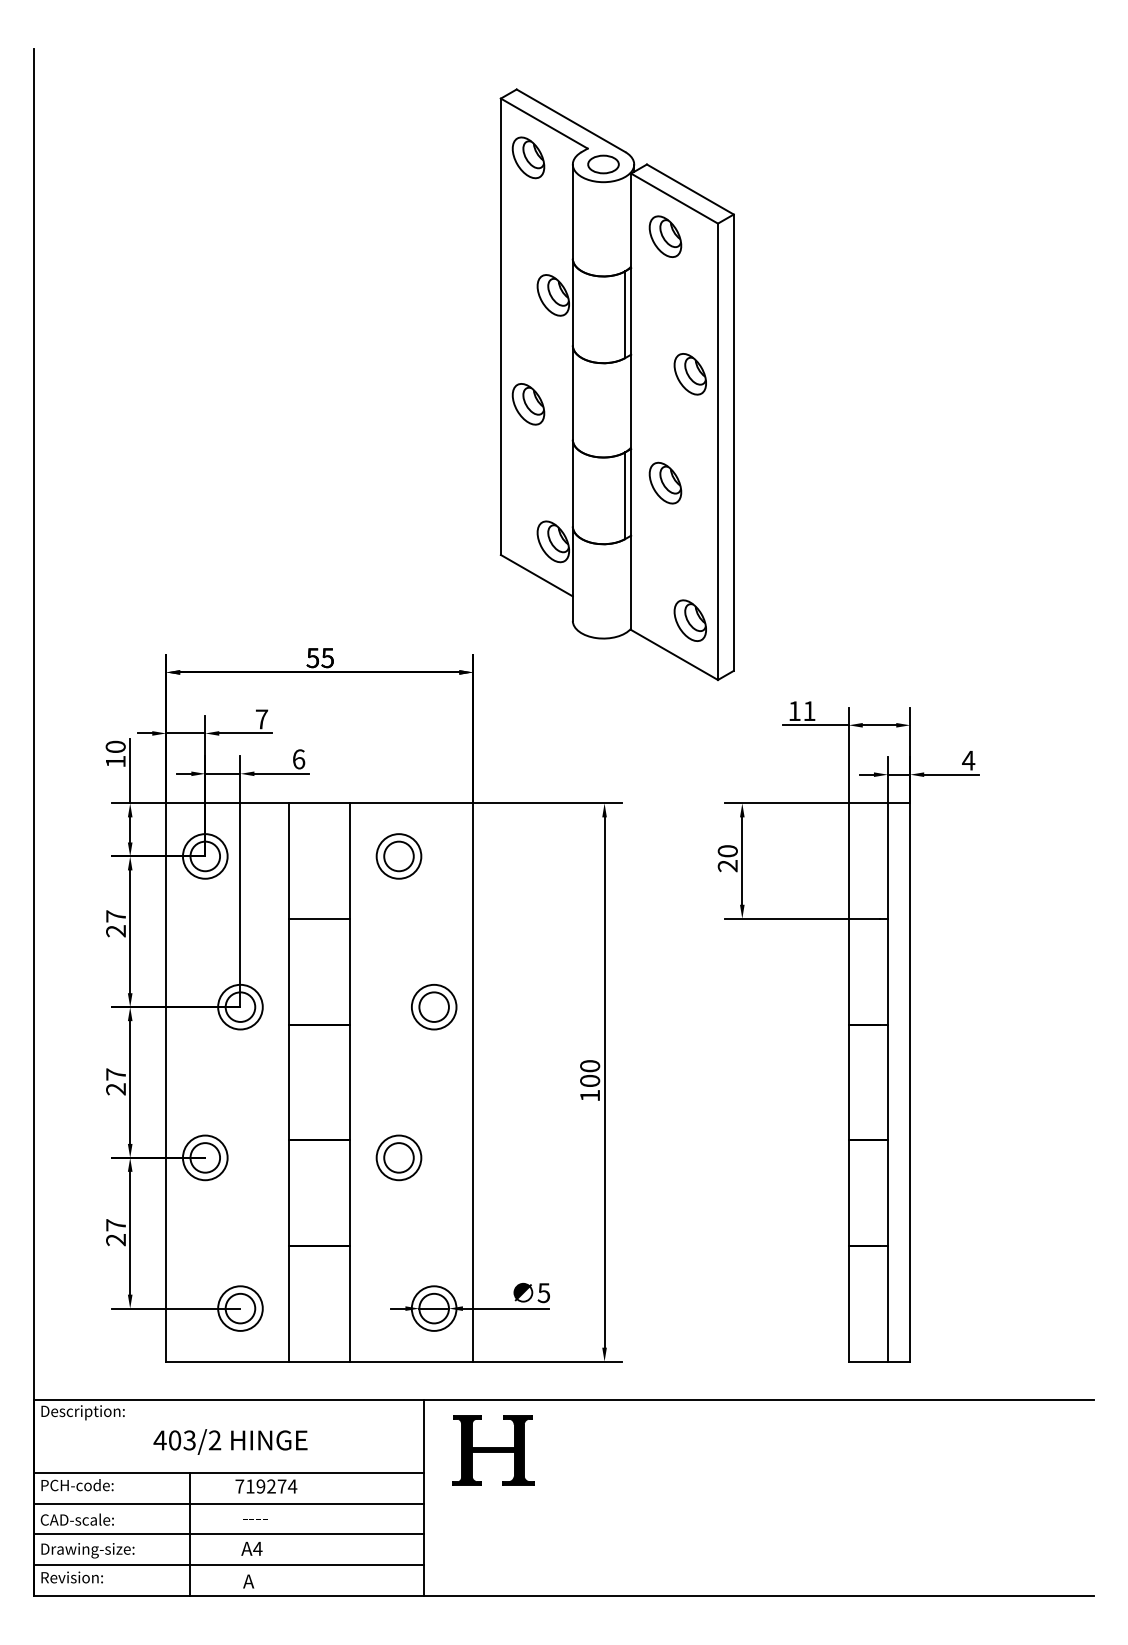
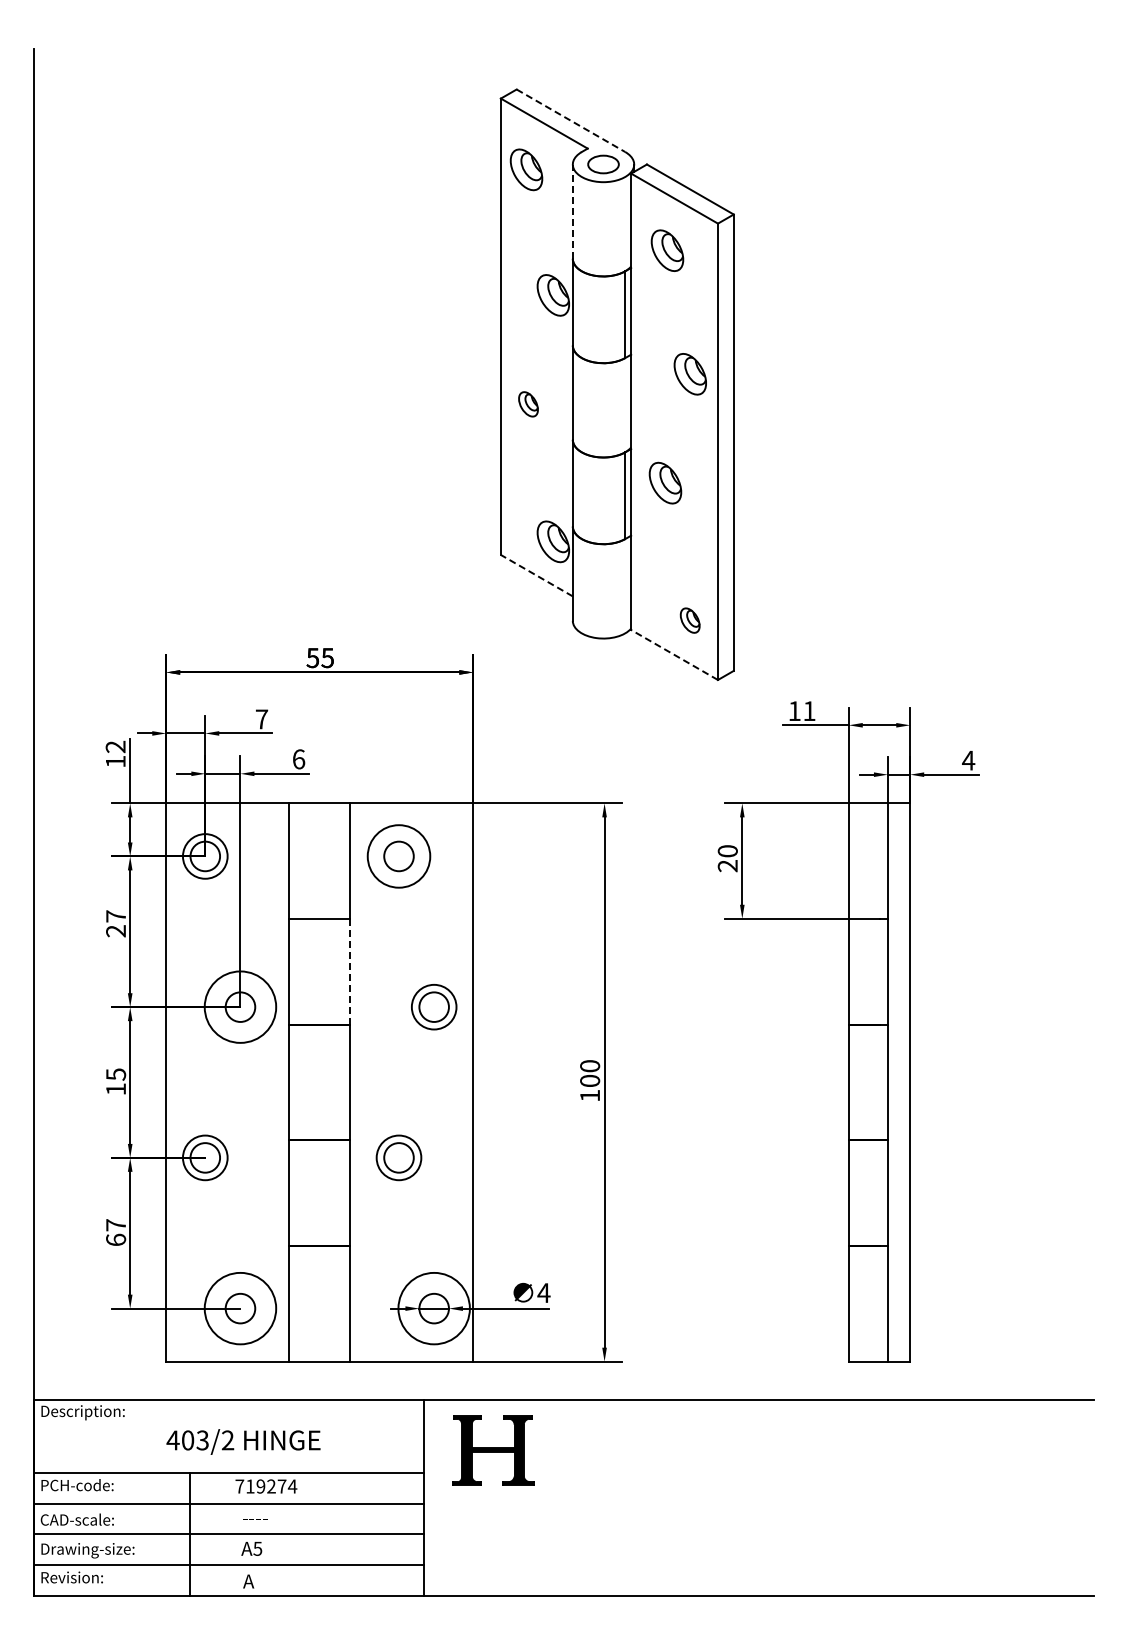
line at (570, 120): solid -> dashed
part at (528, 157) position: (528, 157) -> (526, 169)
line at (572, 211): solid -> dashed
part at (665, 236) position: (665, 236) -> (667, 250)
part at (528, 404) size: 35x43 px -> 21x27 px
line at (536, 575): solid -> dashed
part at (689, 620) size: 34x43 px -> 22x27 px
line at (674, 654): solid -> dashed
text at (115, 746): 10 -> 12
circle at (398, 856) diameter: 45 px -> 63 px
line at (350, 971): solid -> dashed
circle at (240, 1006) diameter: 45 px -> 71 px
text at (116, 1081): 27 -> 15
text at (116, 1239): 27 -> 67
text at (543, 1293): 5 -> 4
circle at (240, 1308) diameter: 45 px -> 71 px
circle at (433, 1308) diameter: 45 px -> 71 px
text at (230, 1441) position: (230, 1441) -> (243, 1441)
text at (257, 1548): A4 -> A5
